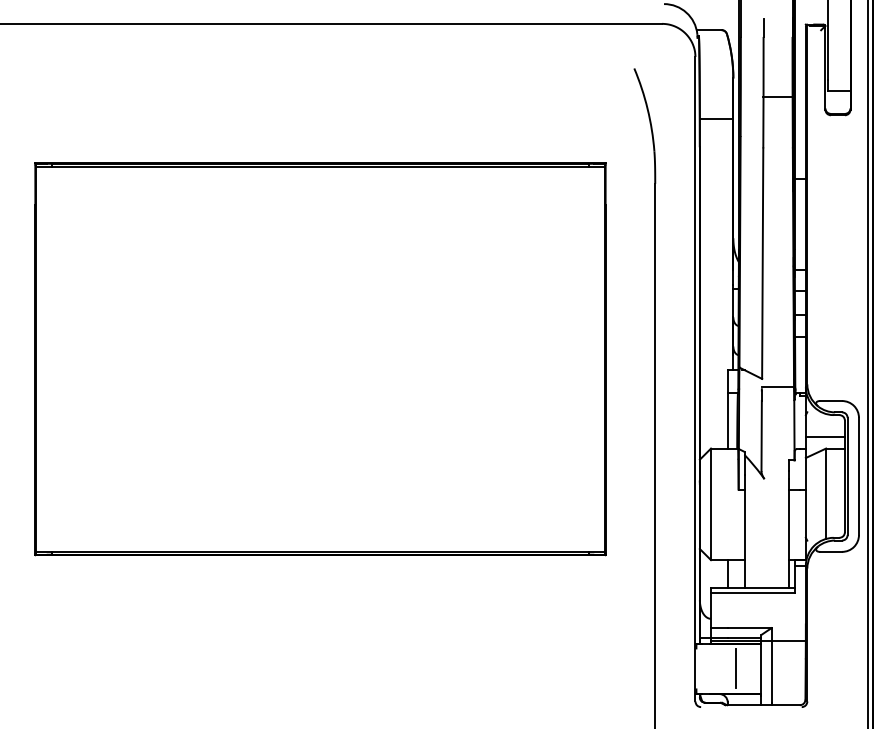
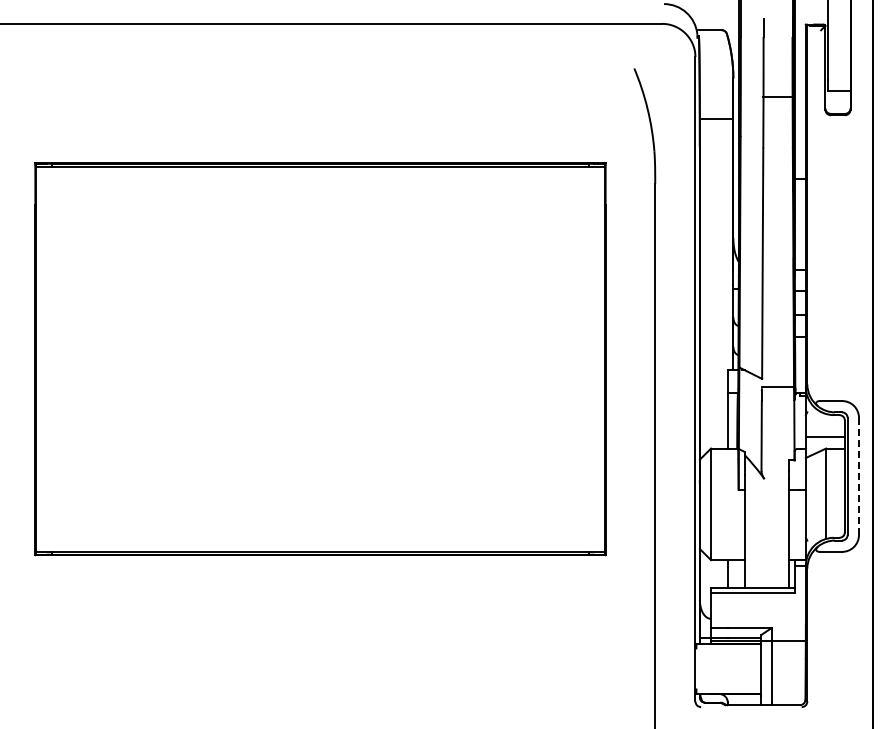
line at (868, 363): present -> none
line at (859, 476): solid -> dashed
line at (735, 668): present -> none
